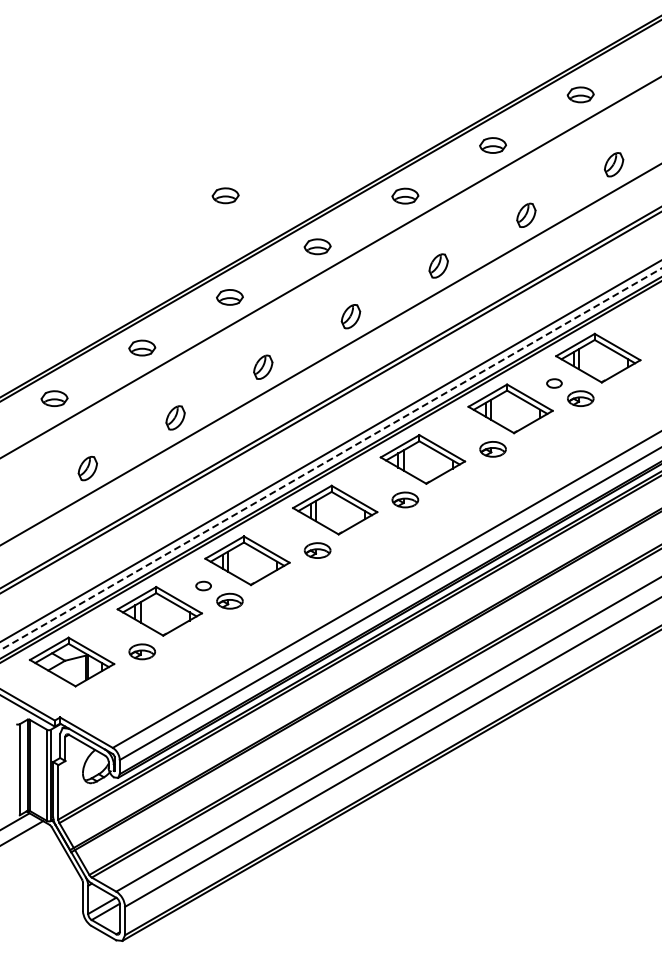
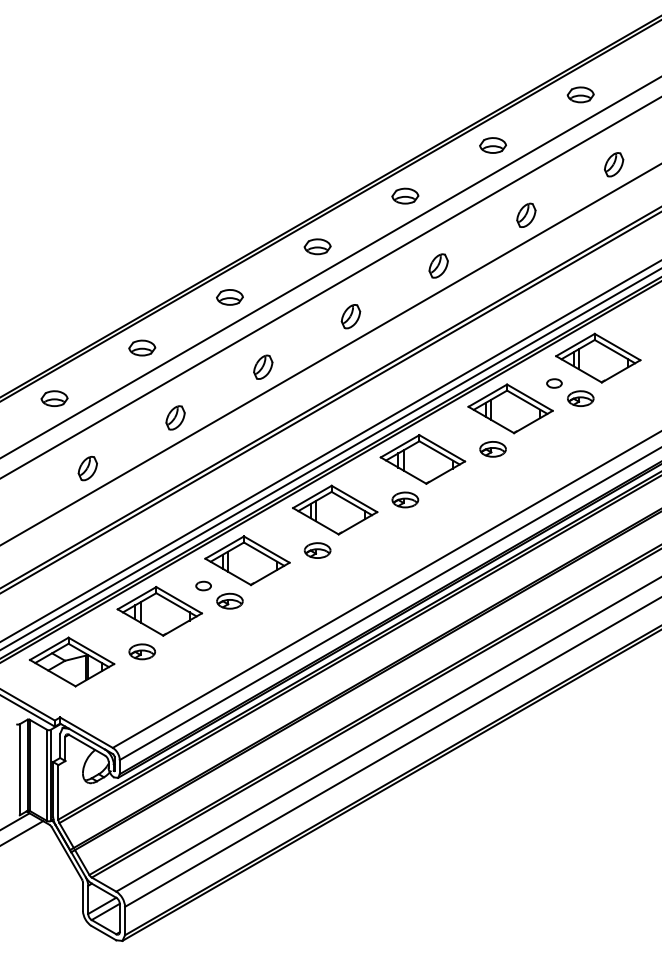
part at (225, 195): present -> none
line at (330, 287): none -> present
line at (331, 459): dashed -> solid
